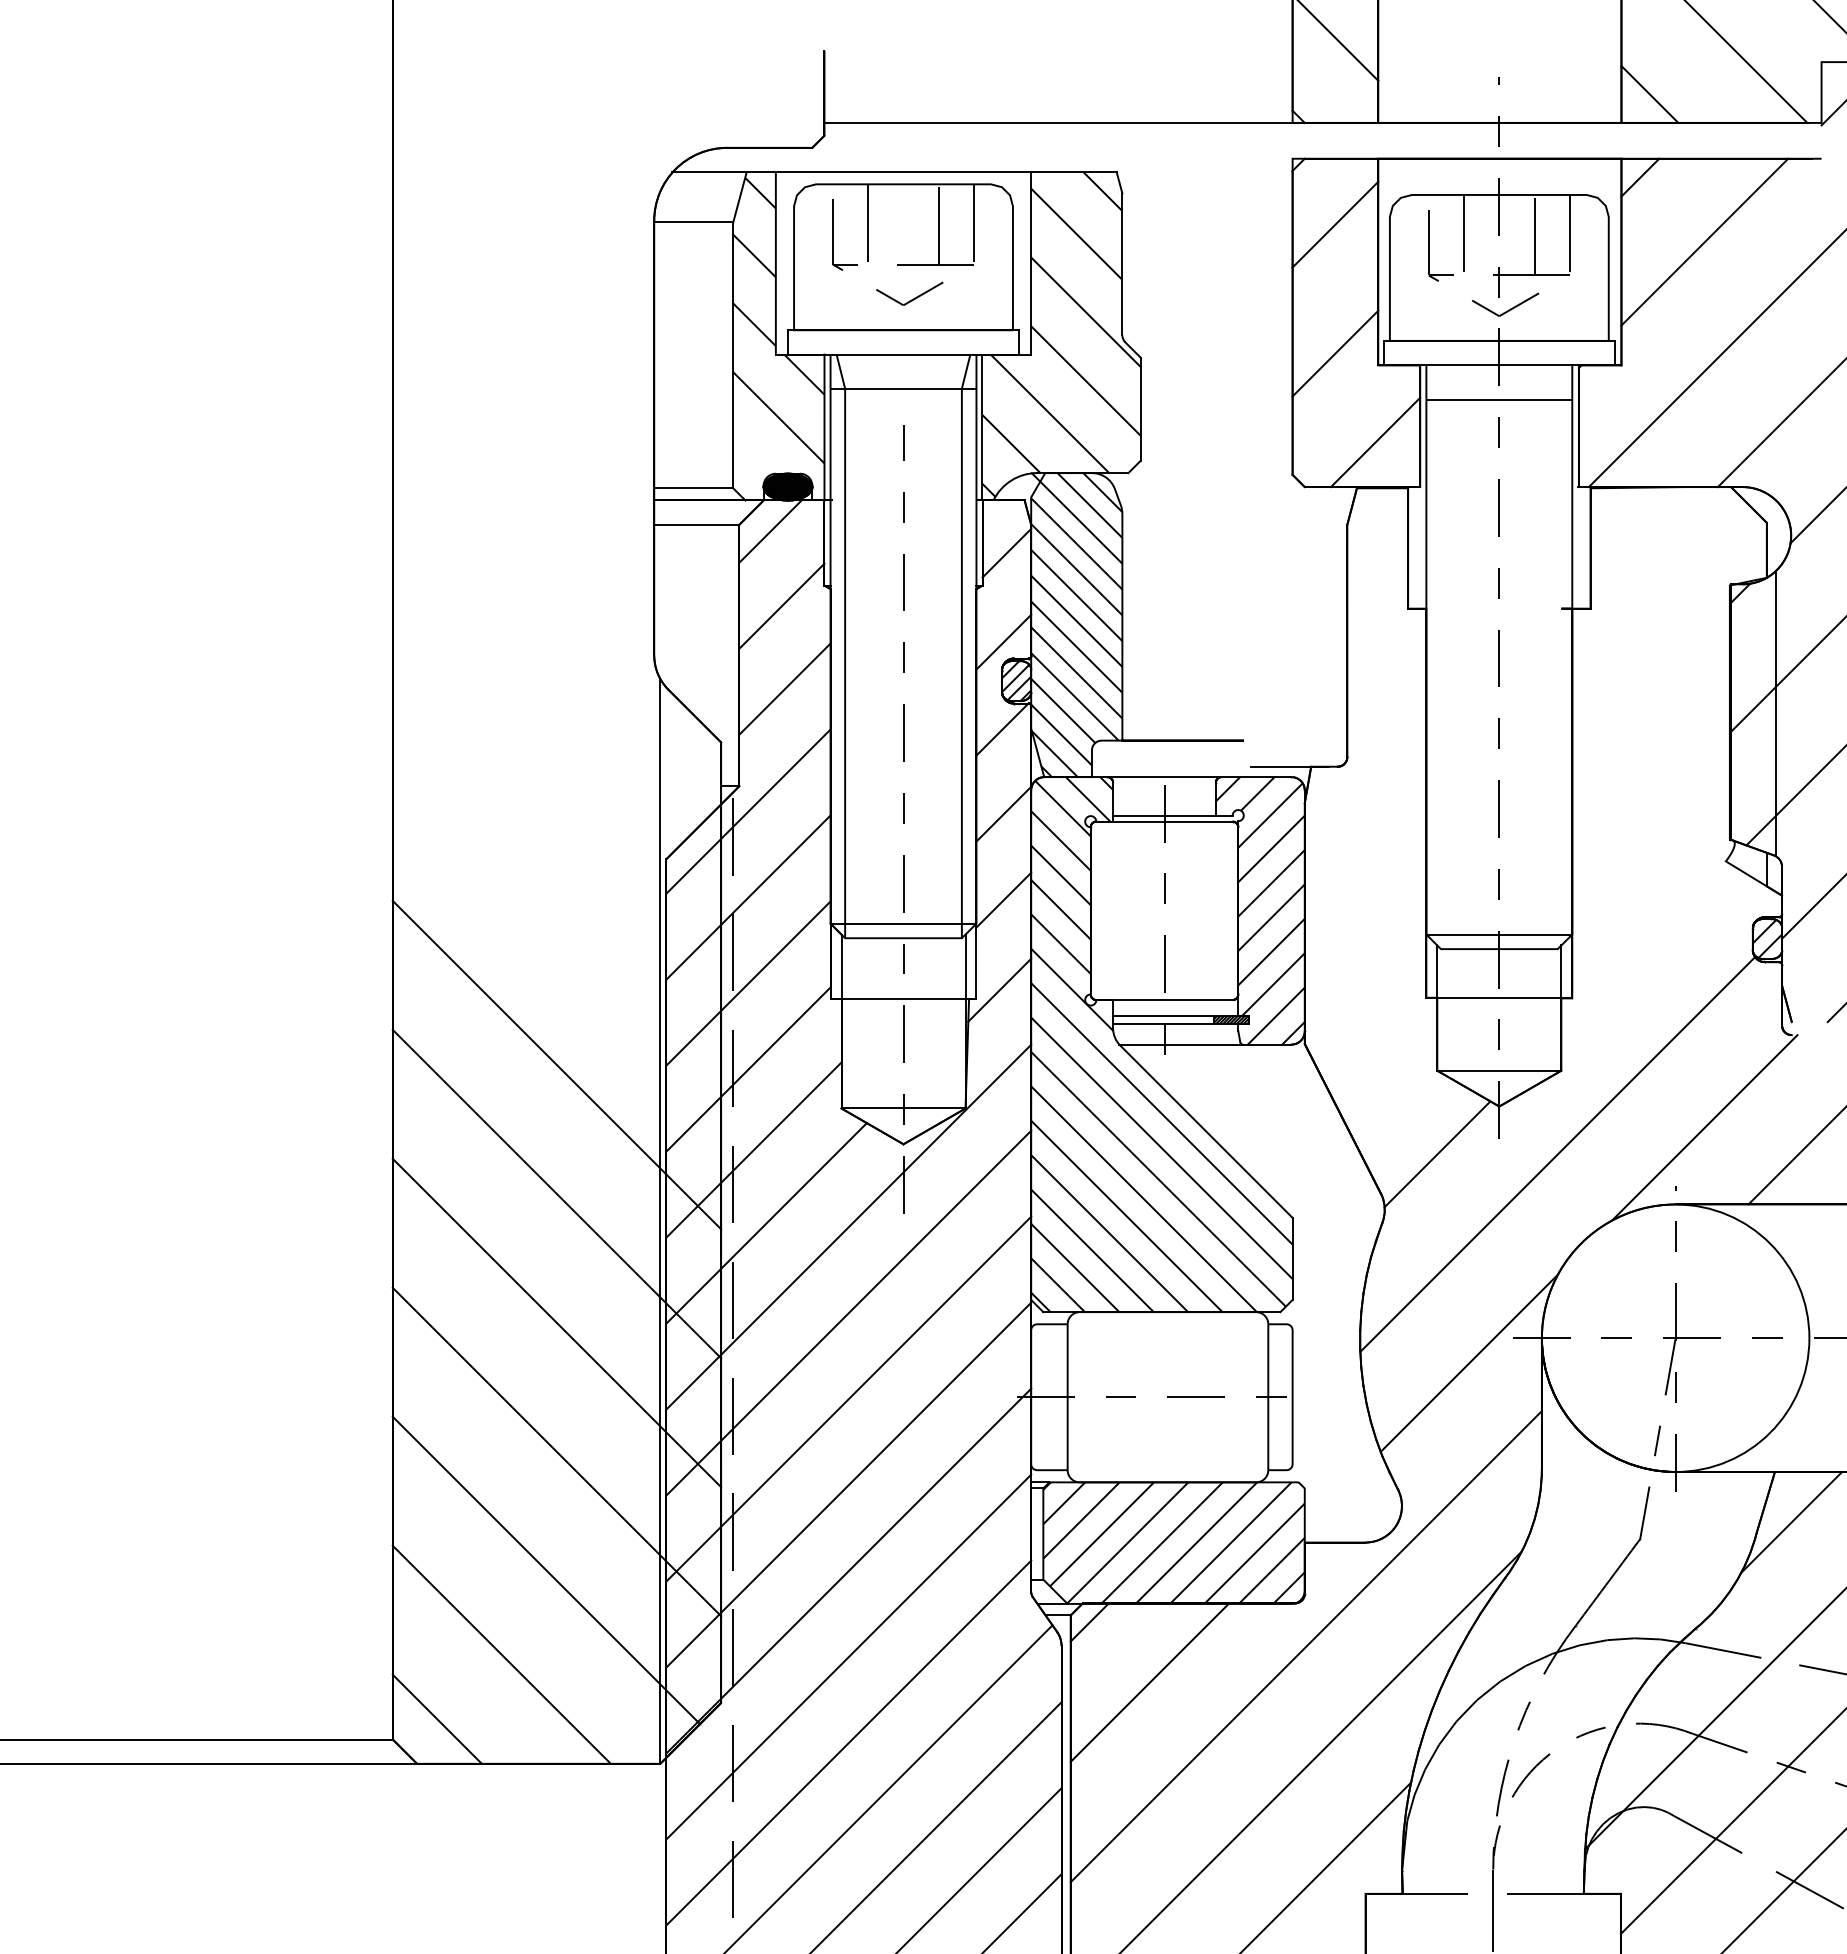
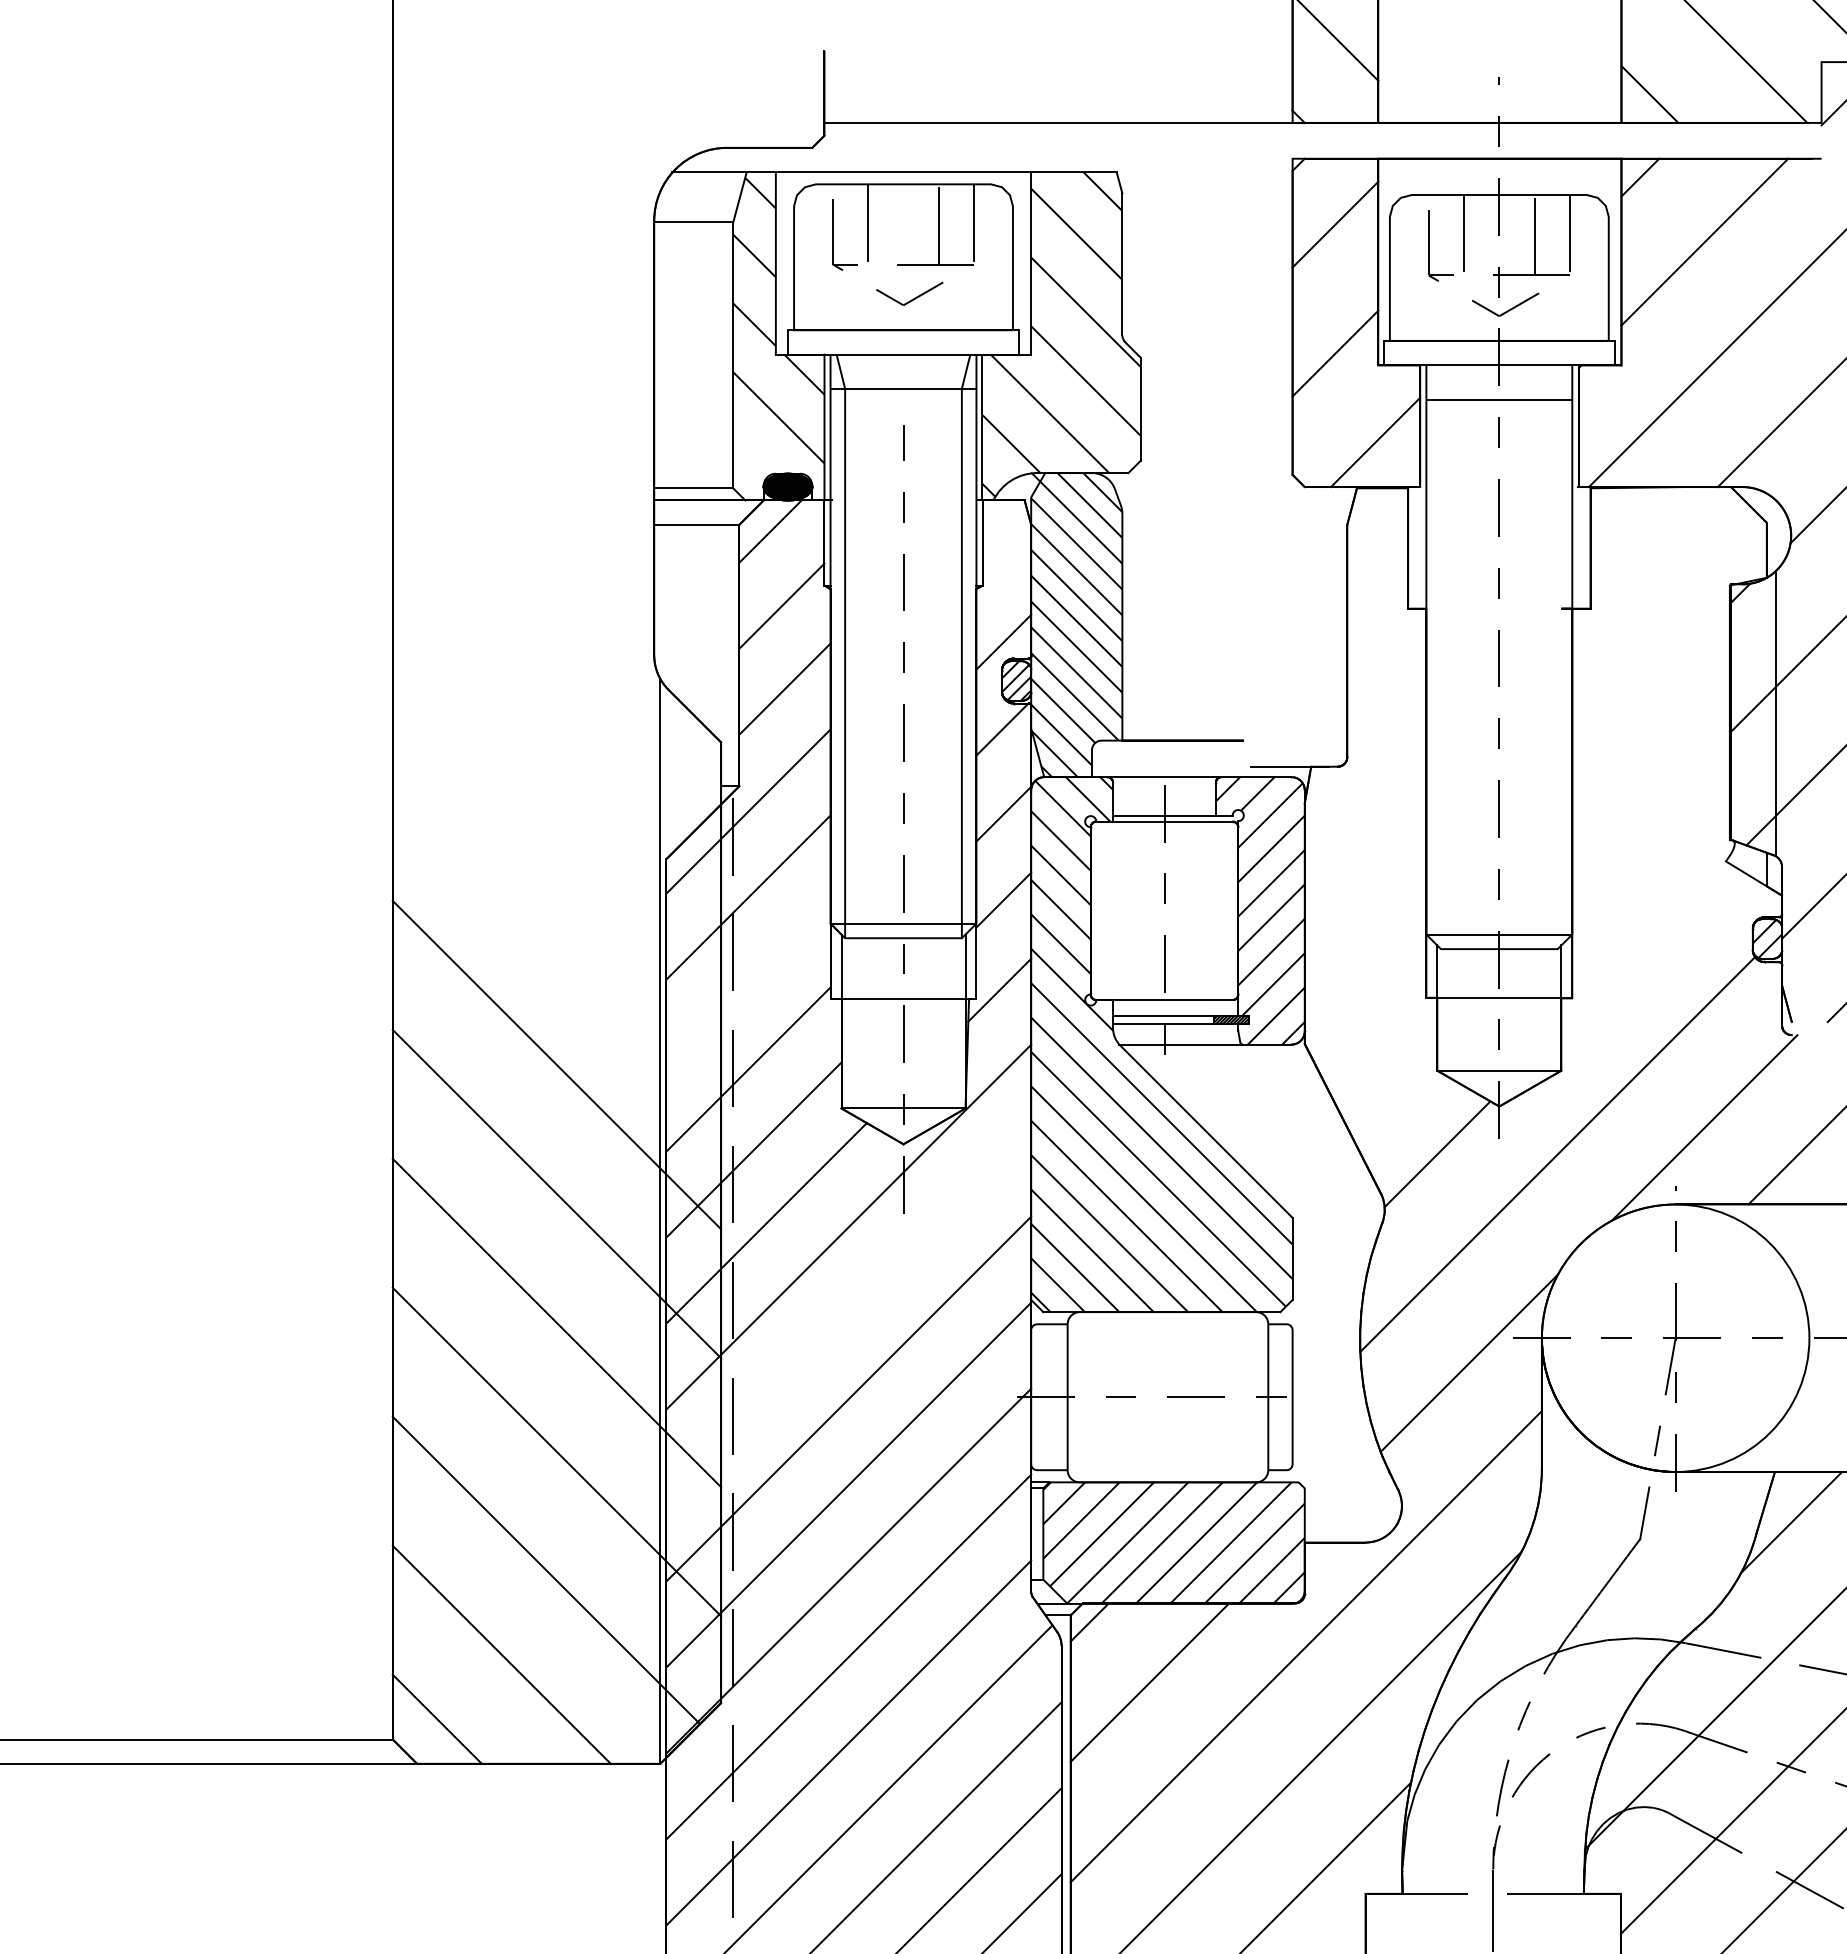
line at (1006, 552): present -> none
line at (748, 983): present -> none
line at (848, 1312): present -> none
